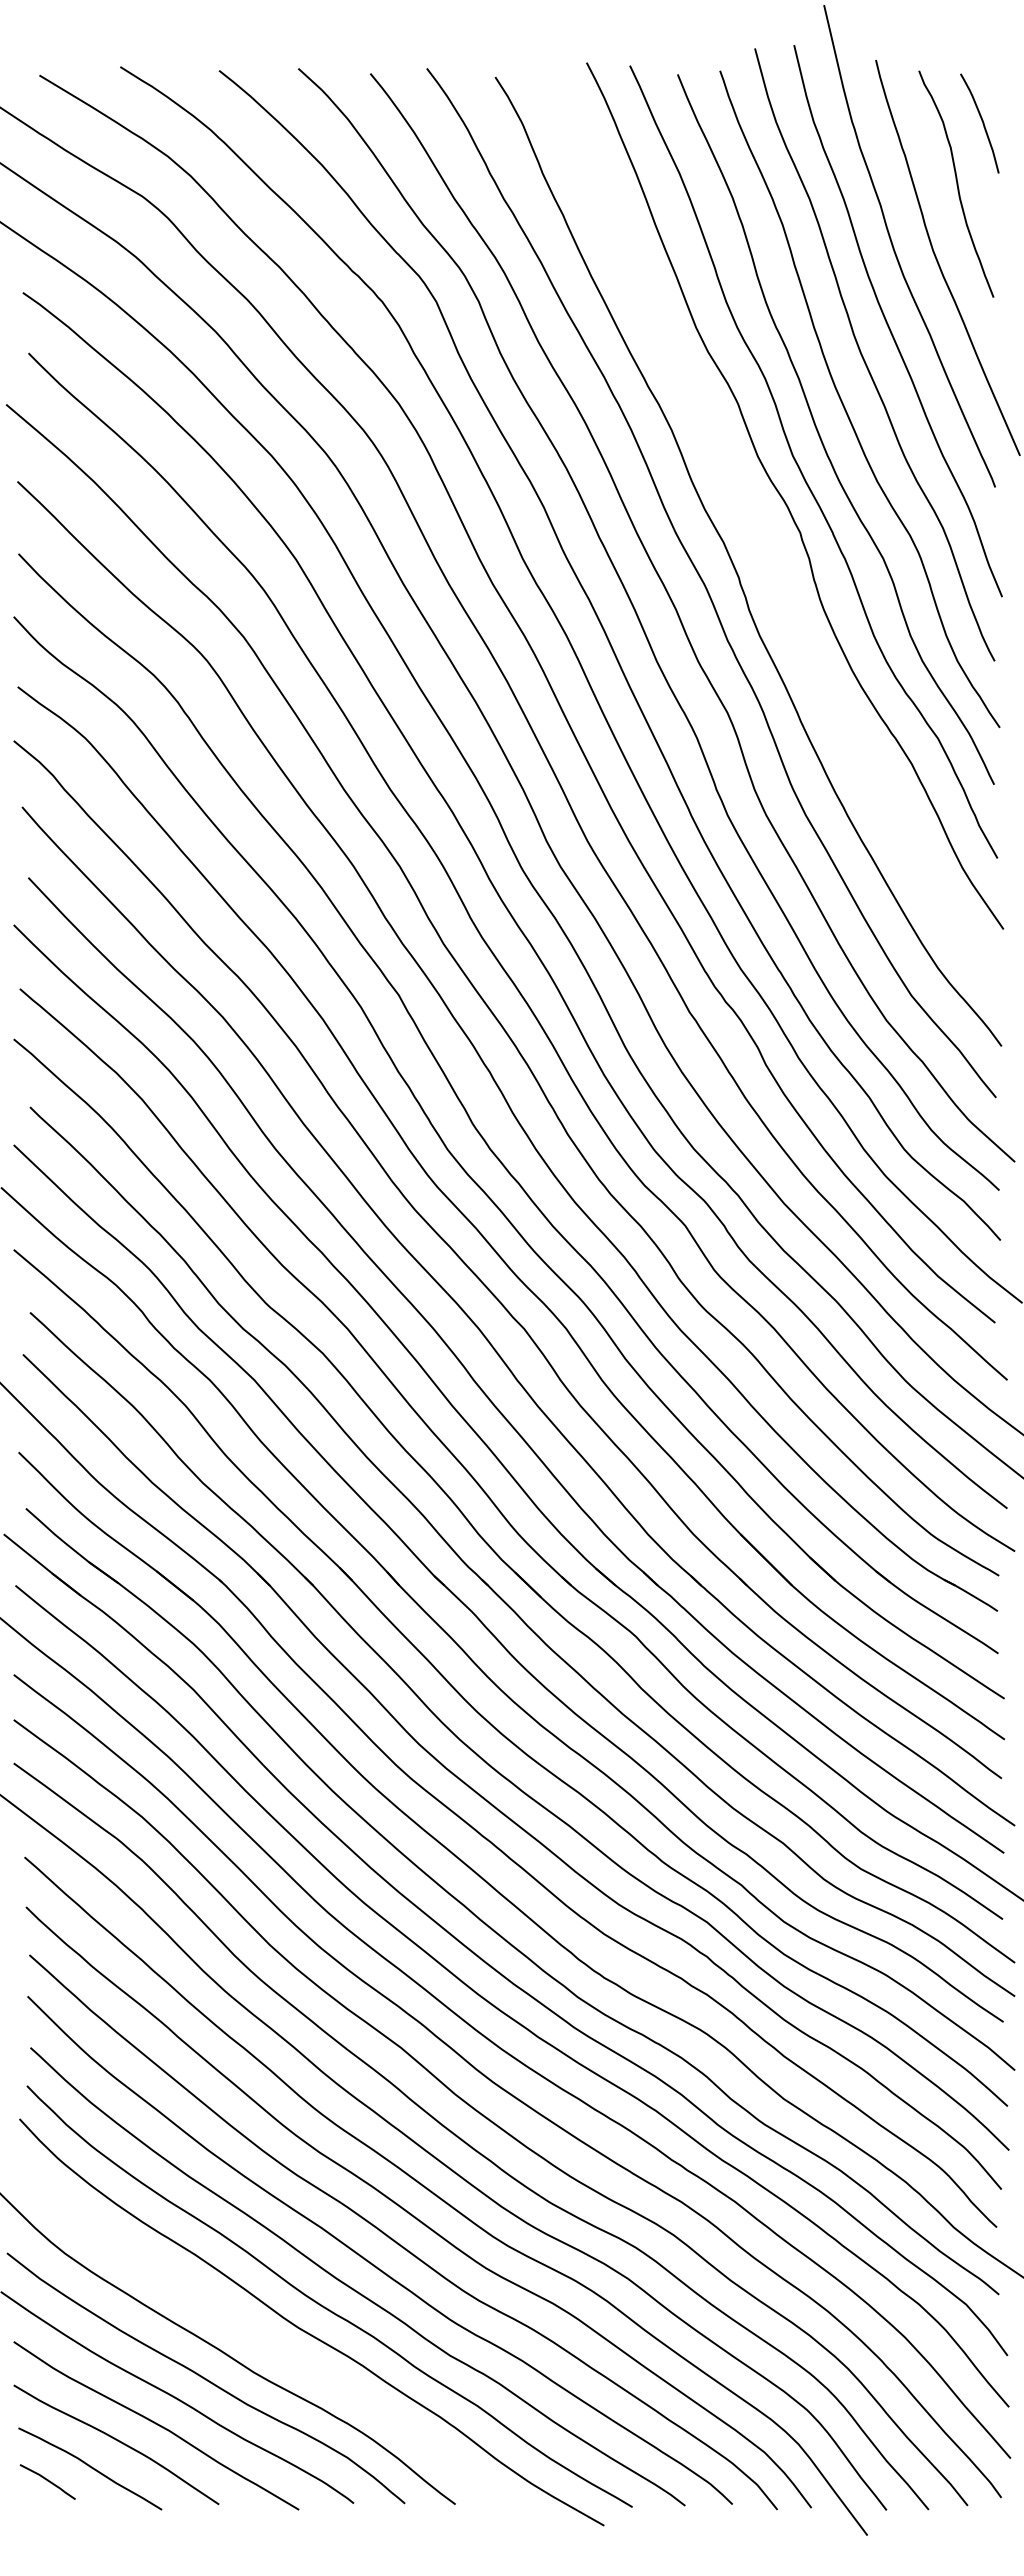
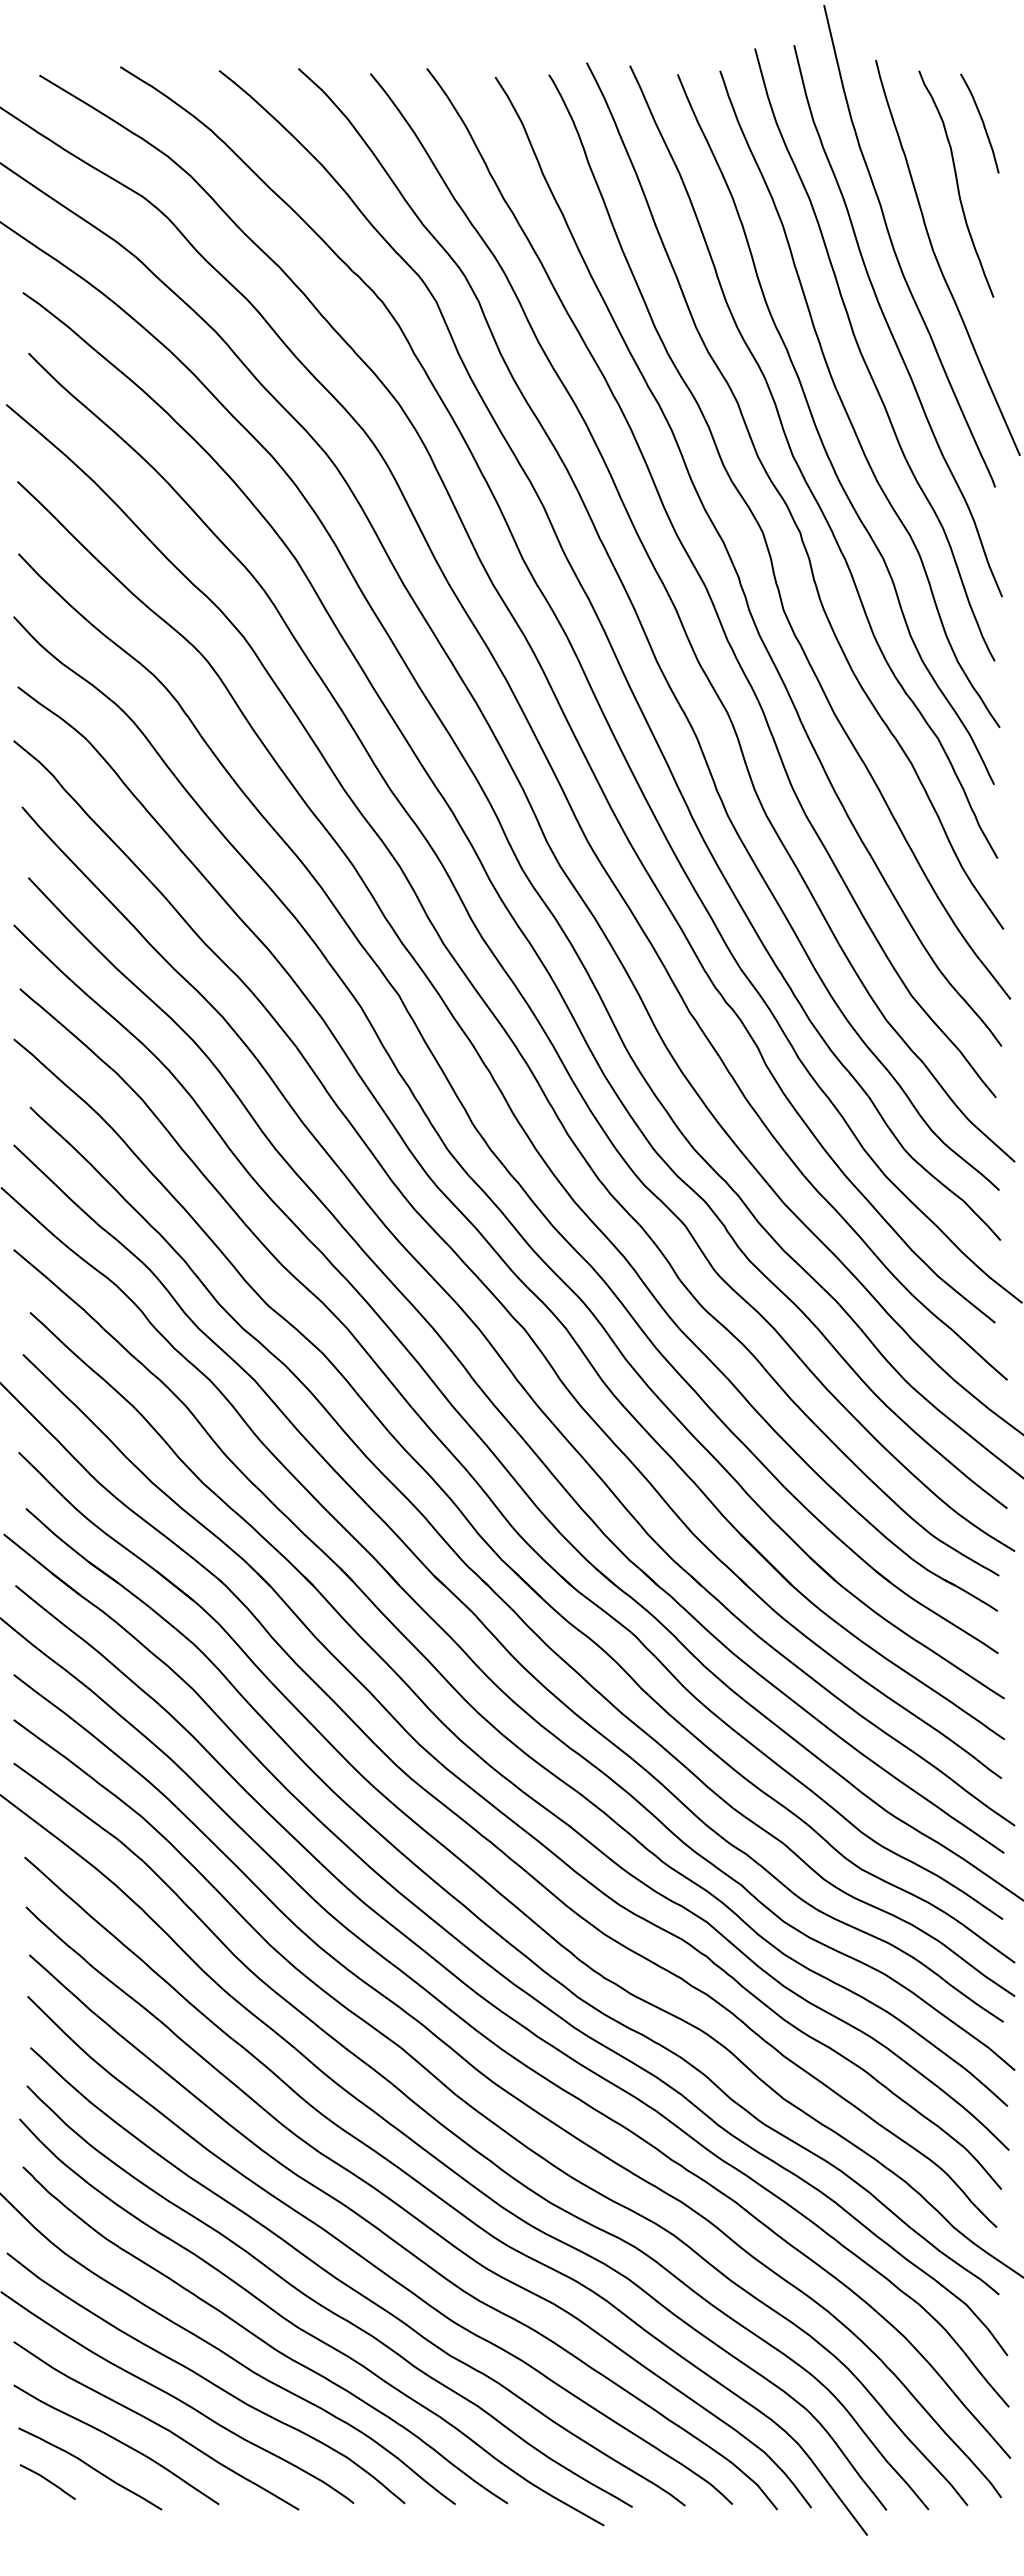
curve at (766, 540): none -> present
curve at (261, 2338): none -> present
